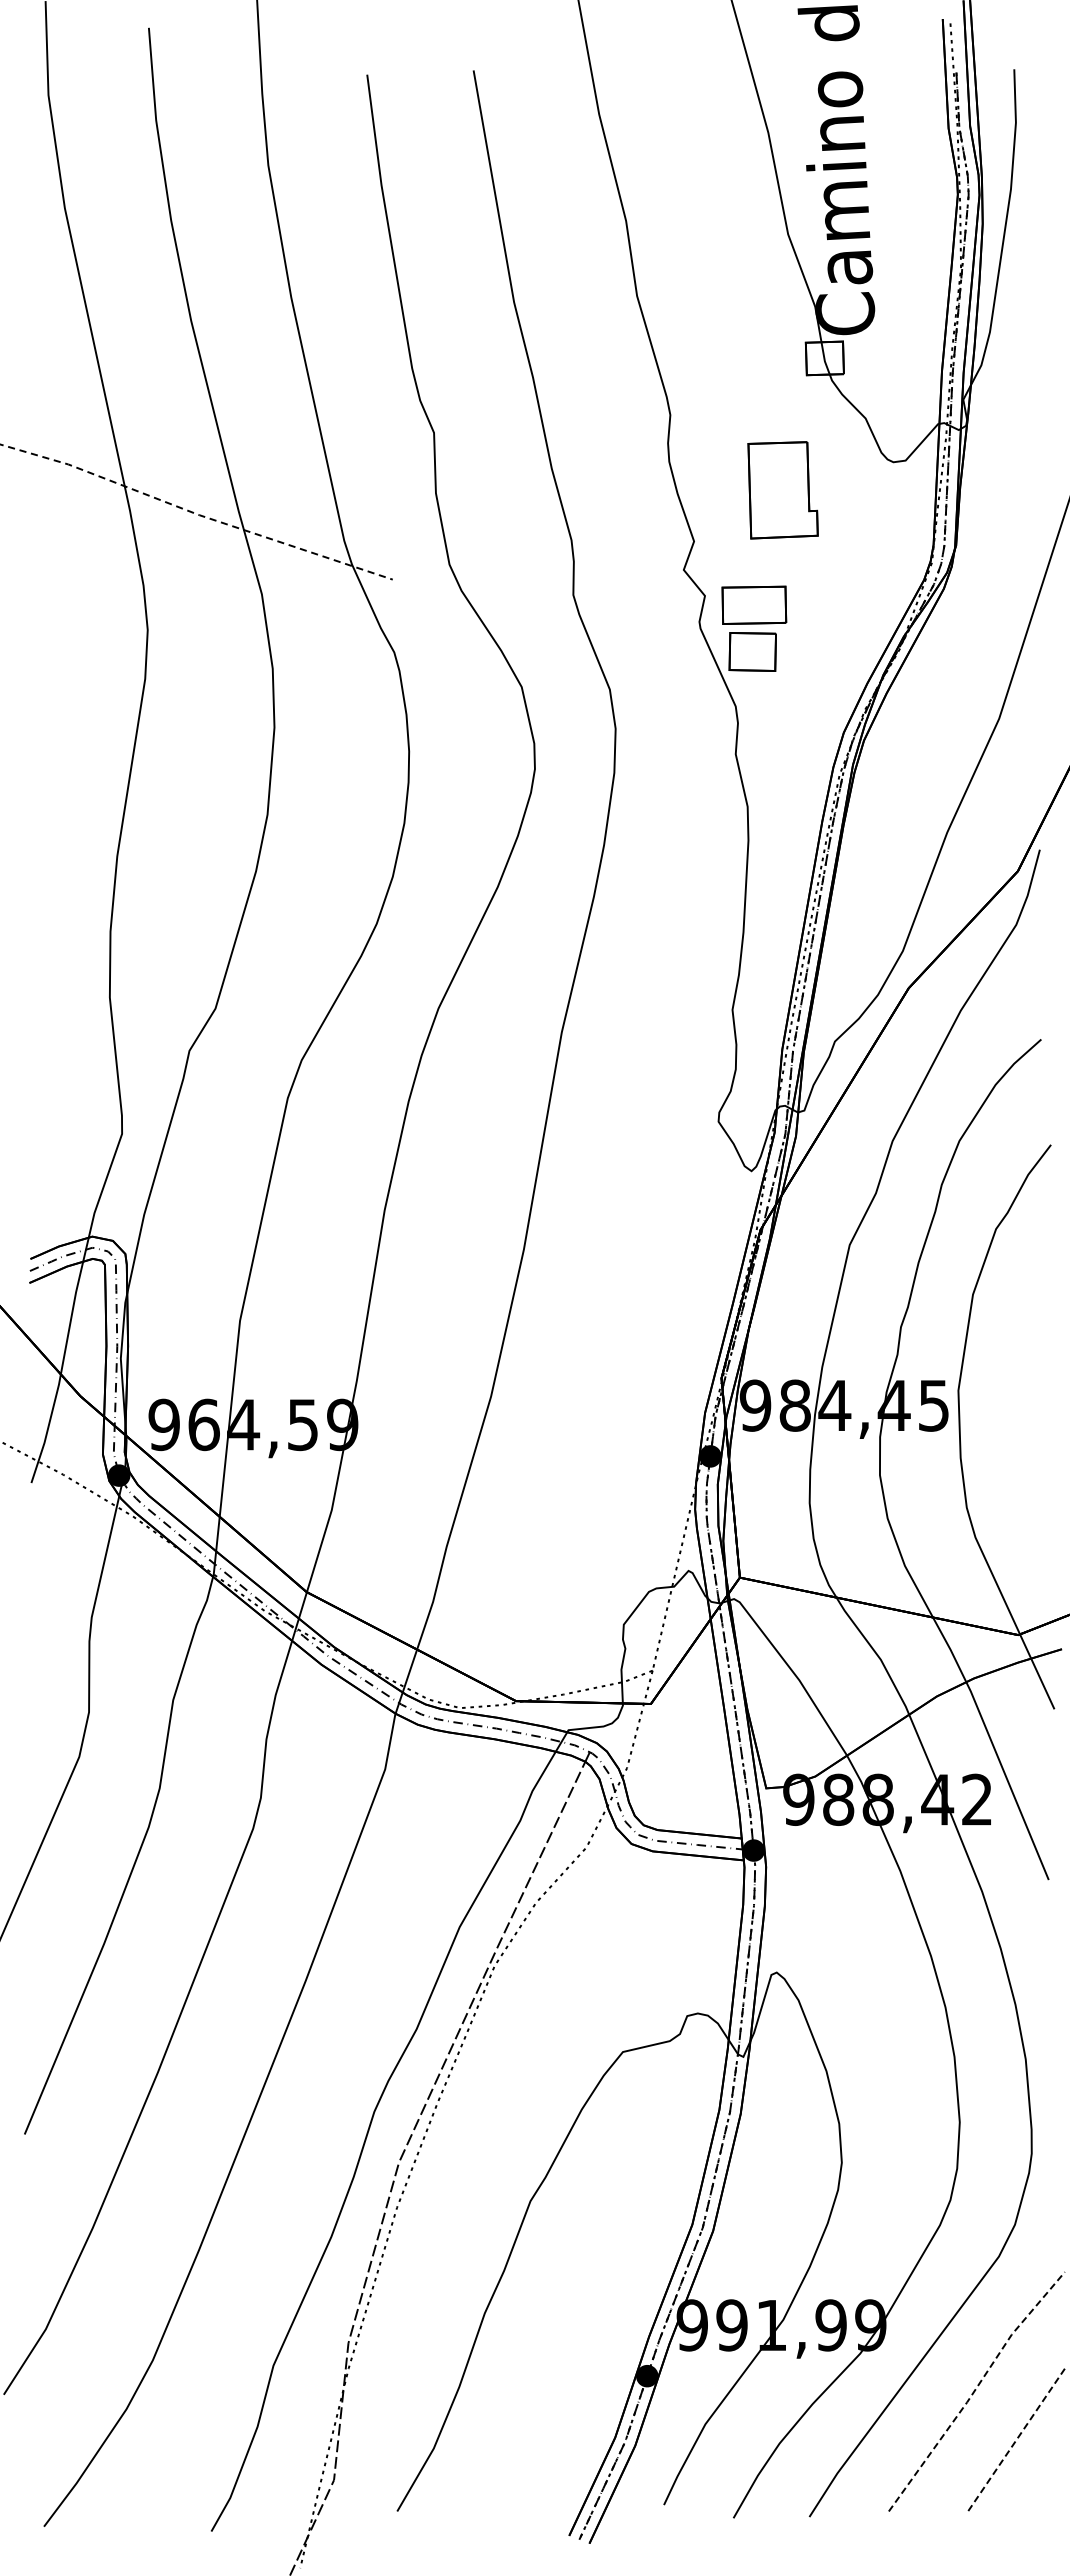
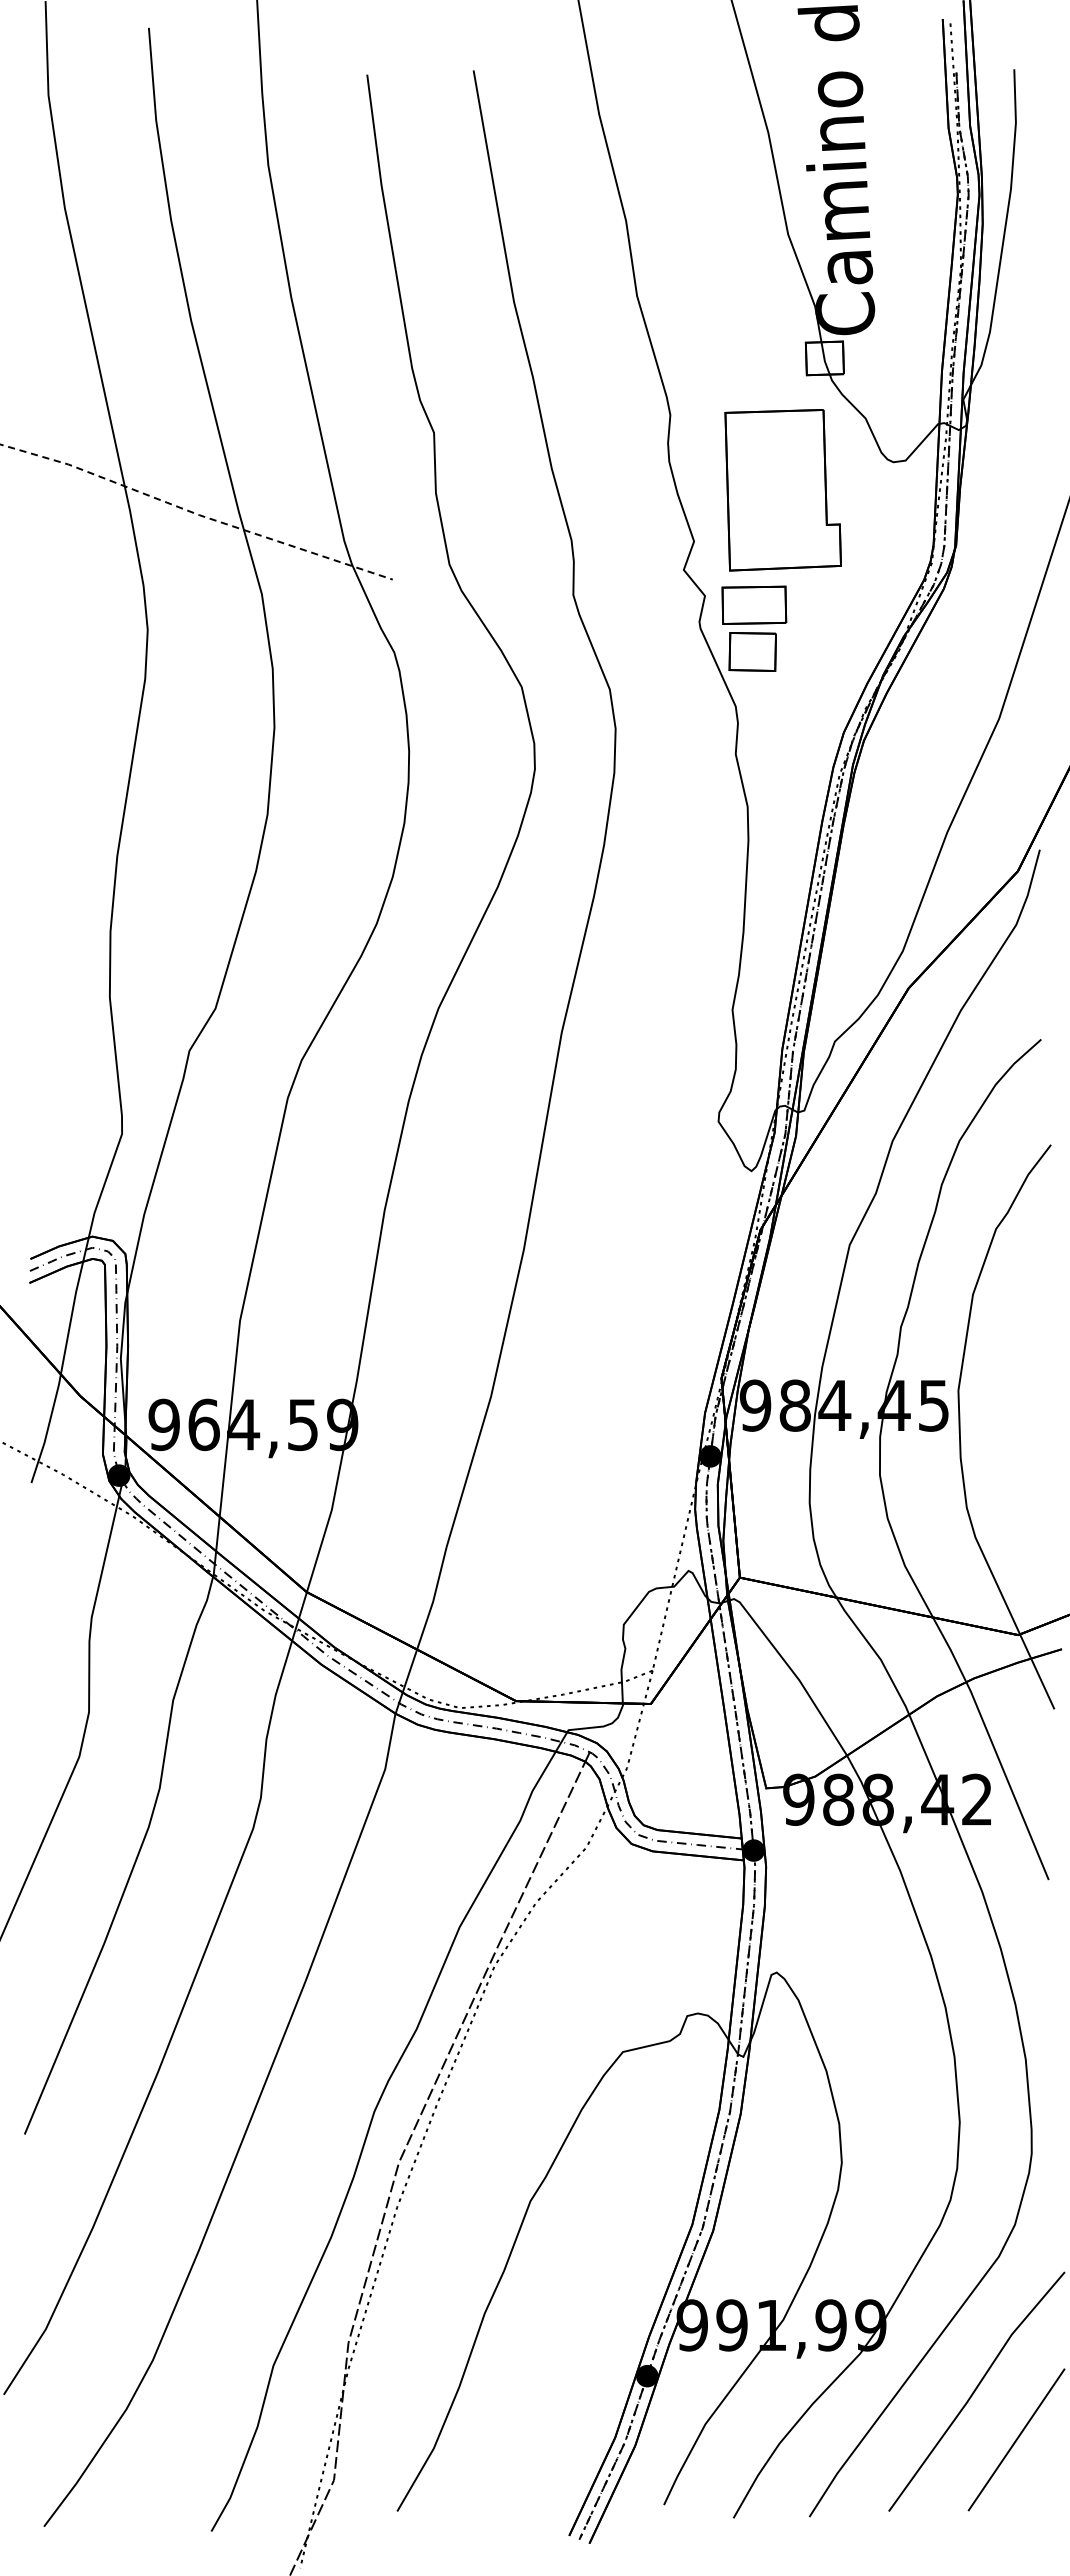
part at (782, 490) size: 72x99 px -> 118x163 px
line at (975, 2390): dashed -> solid
line at (1016, 2439): dashed -> solid
